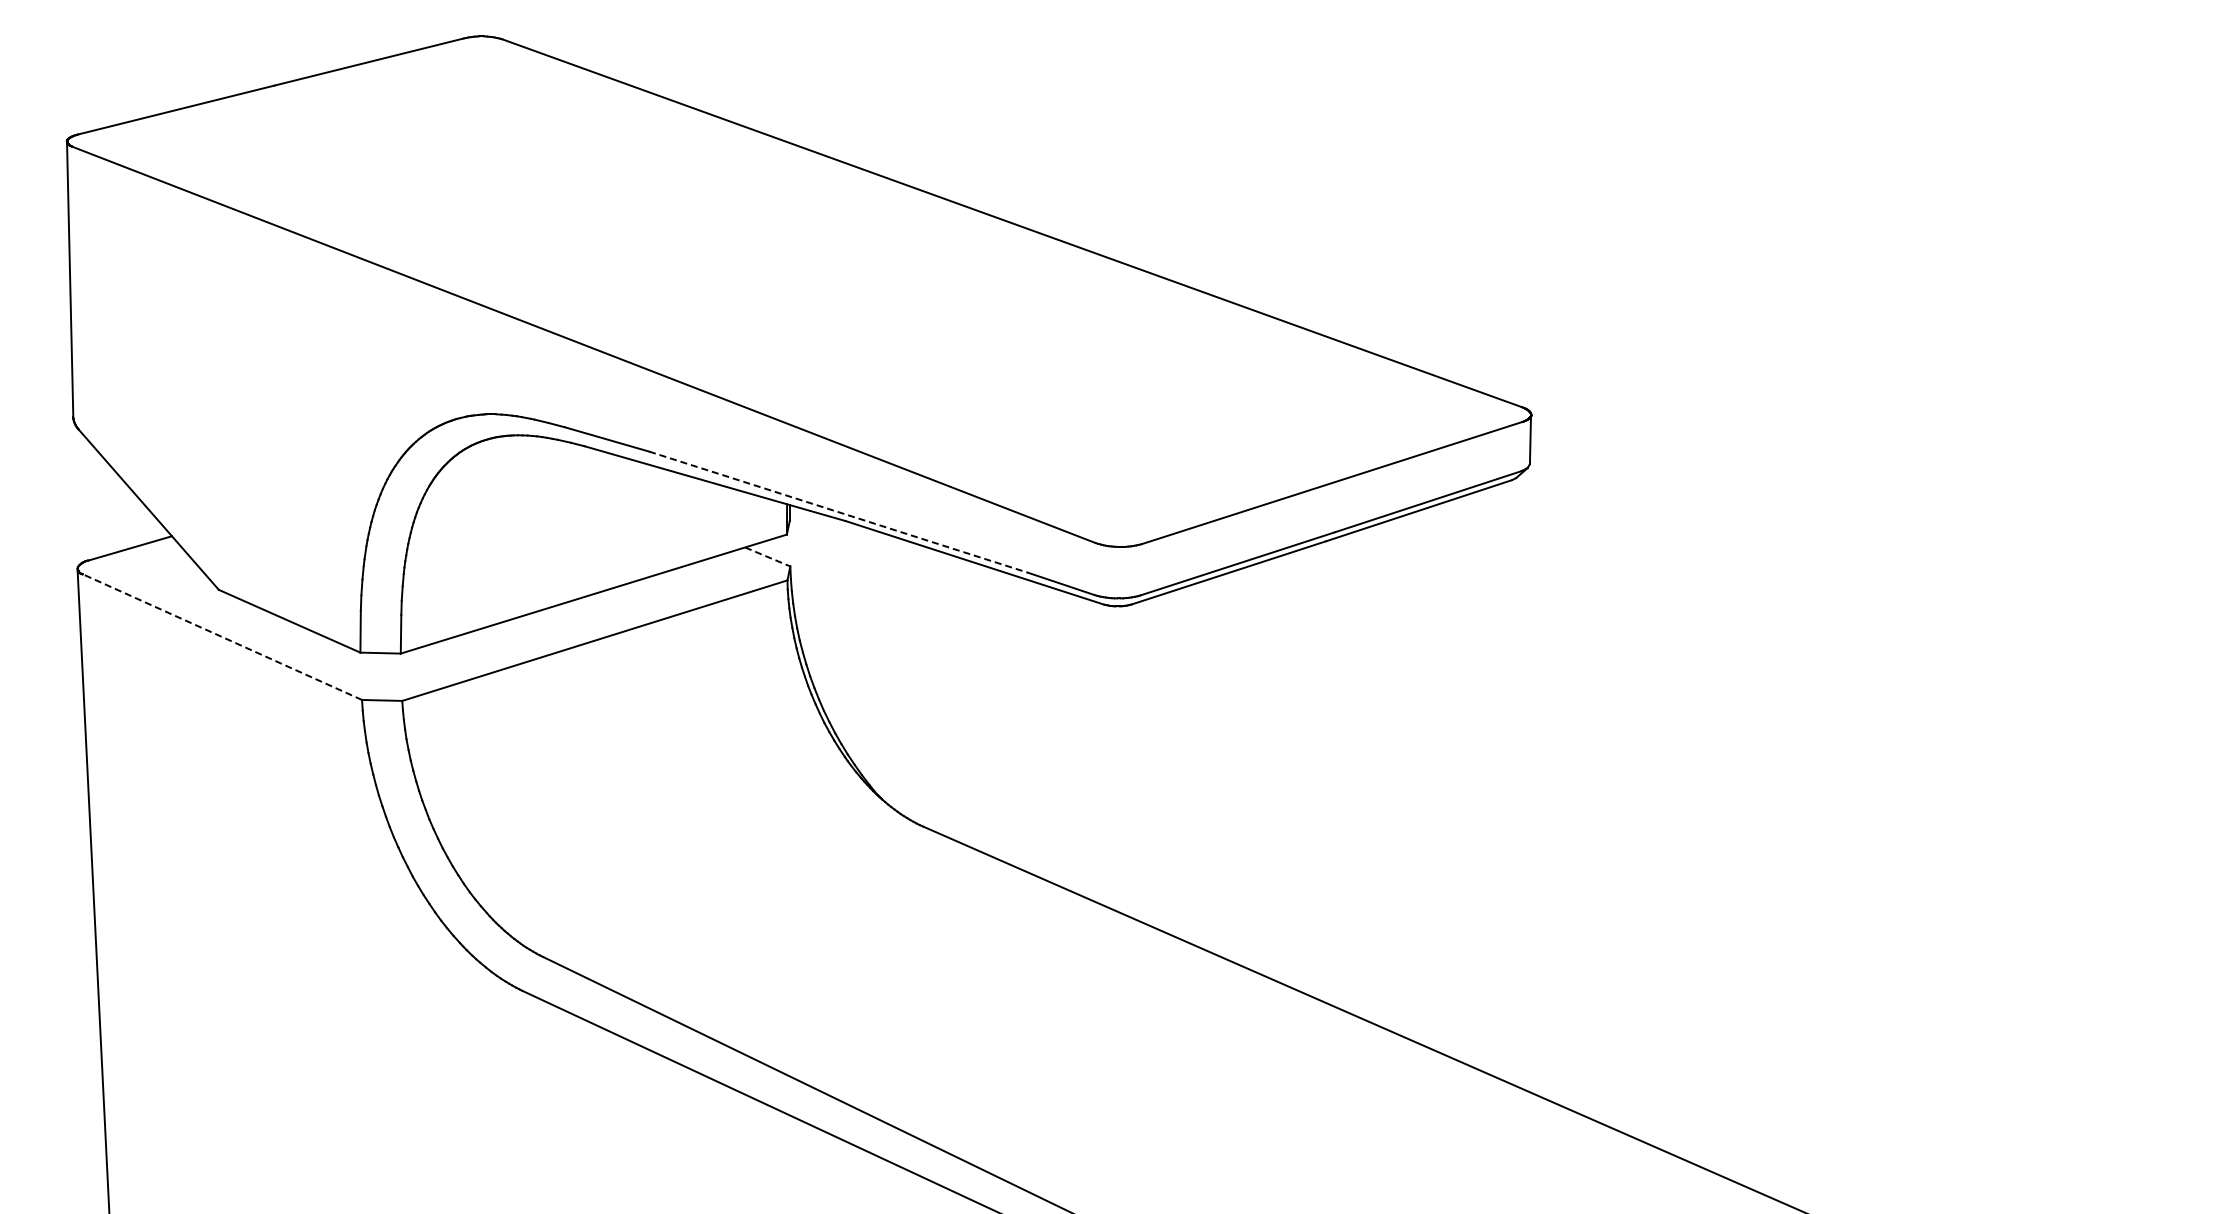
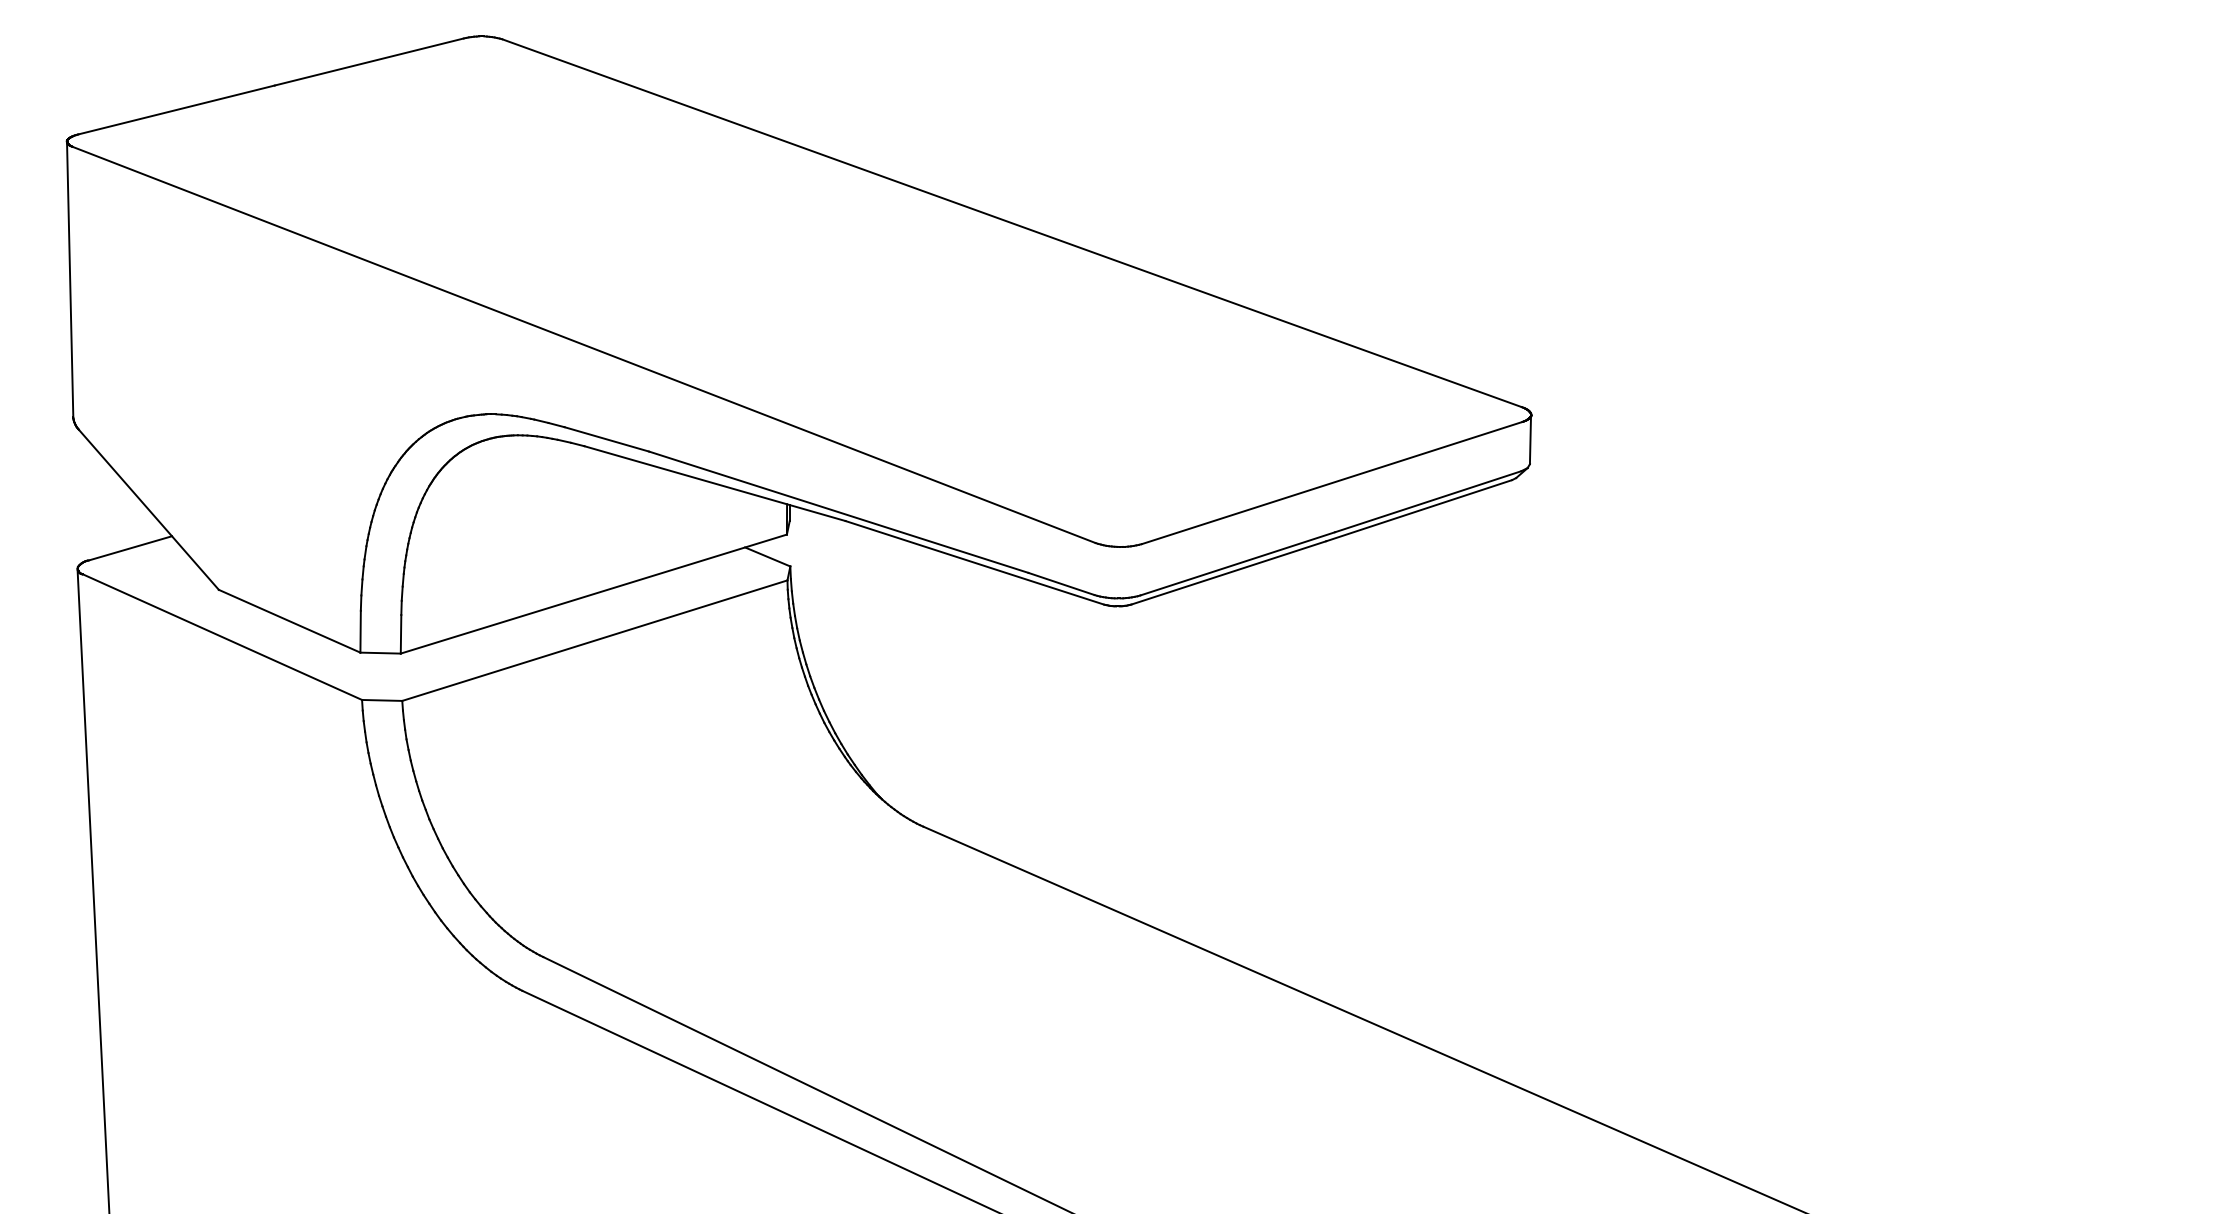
line at (839, 512): dashed -> solid
line at (767, 556): dashed -> solid
line at (222, 637): dashed -> solid
